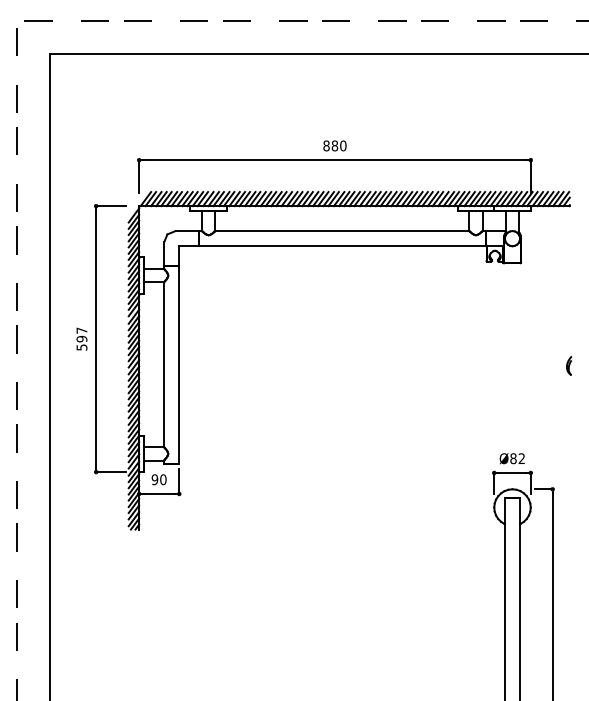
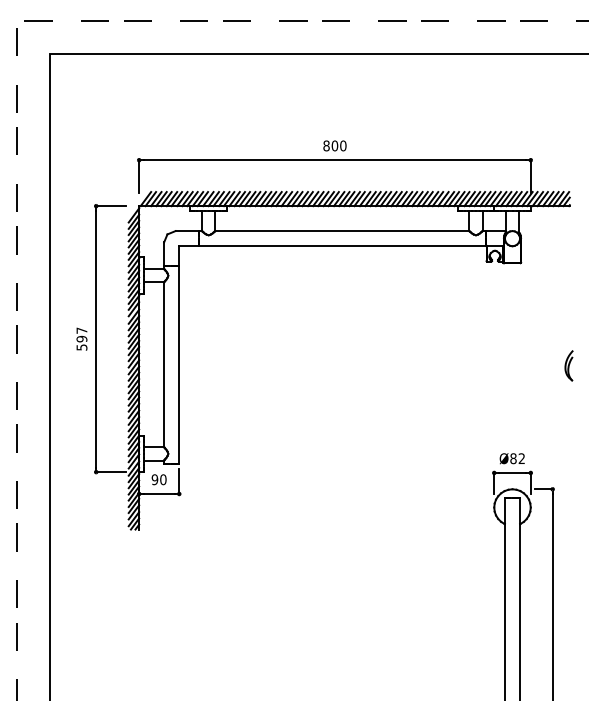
text at (334, 145): 880 -> 800
part at (569, 365) size: 7x20 px -> 10x32 px
